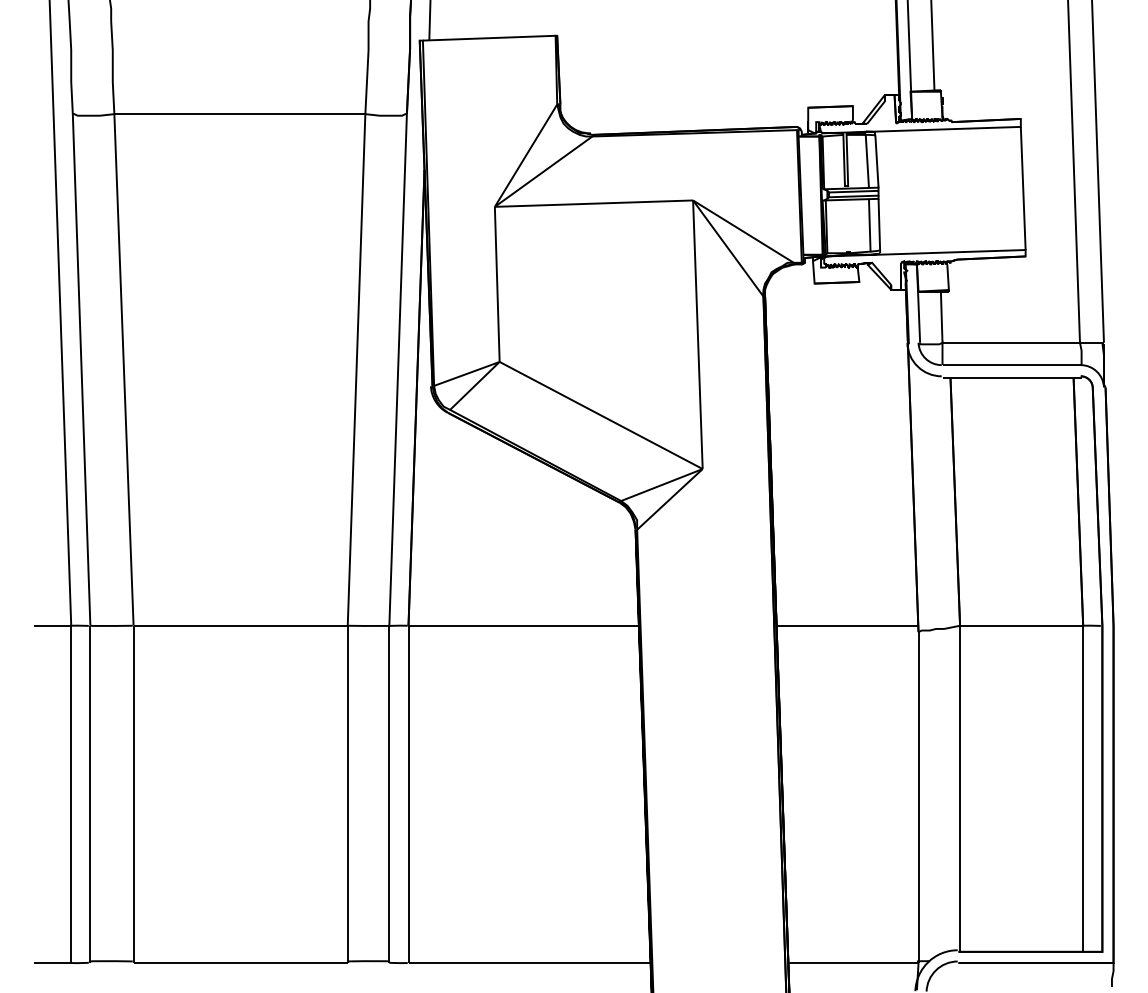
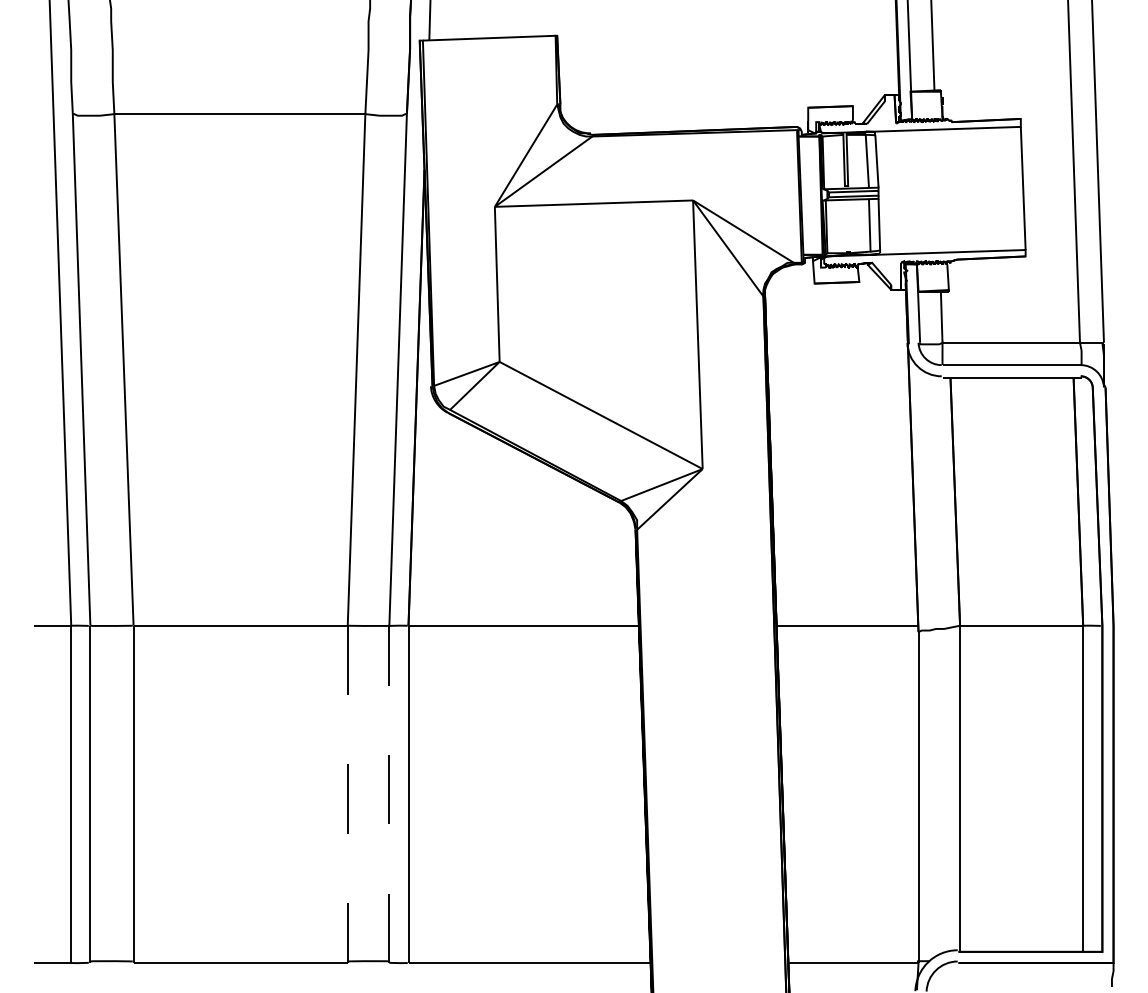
line at (347, 794): solid -> dashed
line at (389, 794): solid -> dashed
